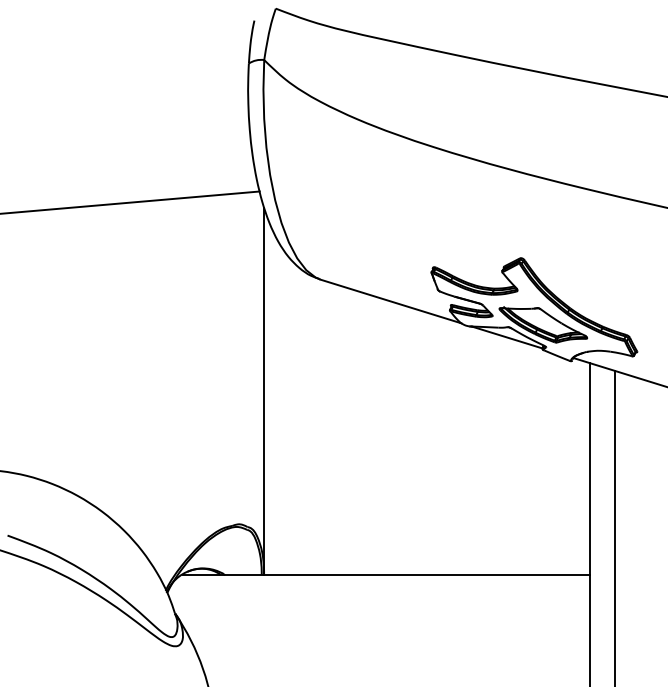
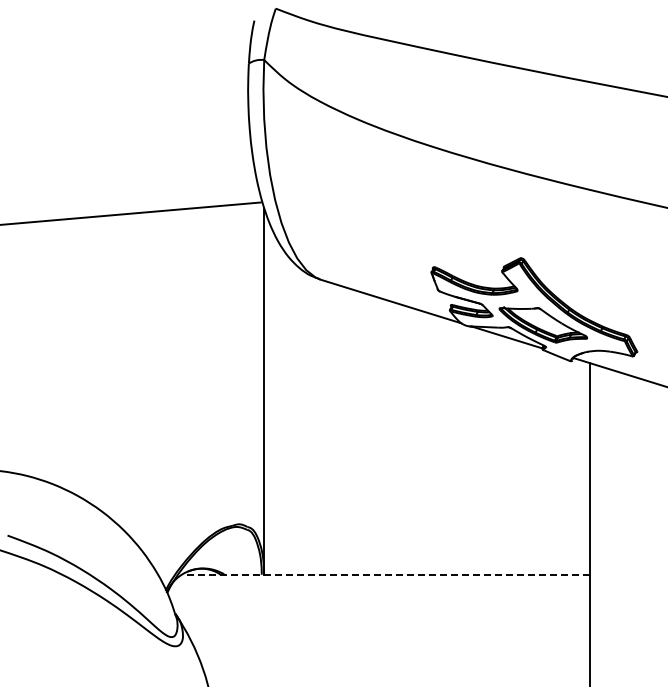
line at (130, 202) position: (130, 202) -> (131, 213)
line at (615, 527): present -> none
line at (386, 574): solid -> dashed
